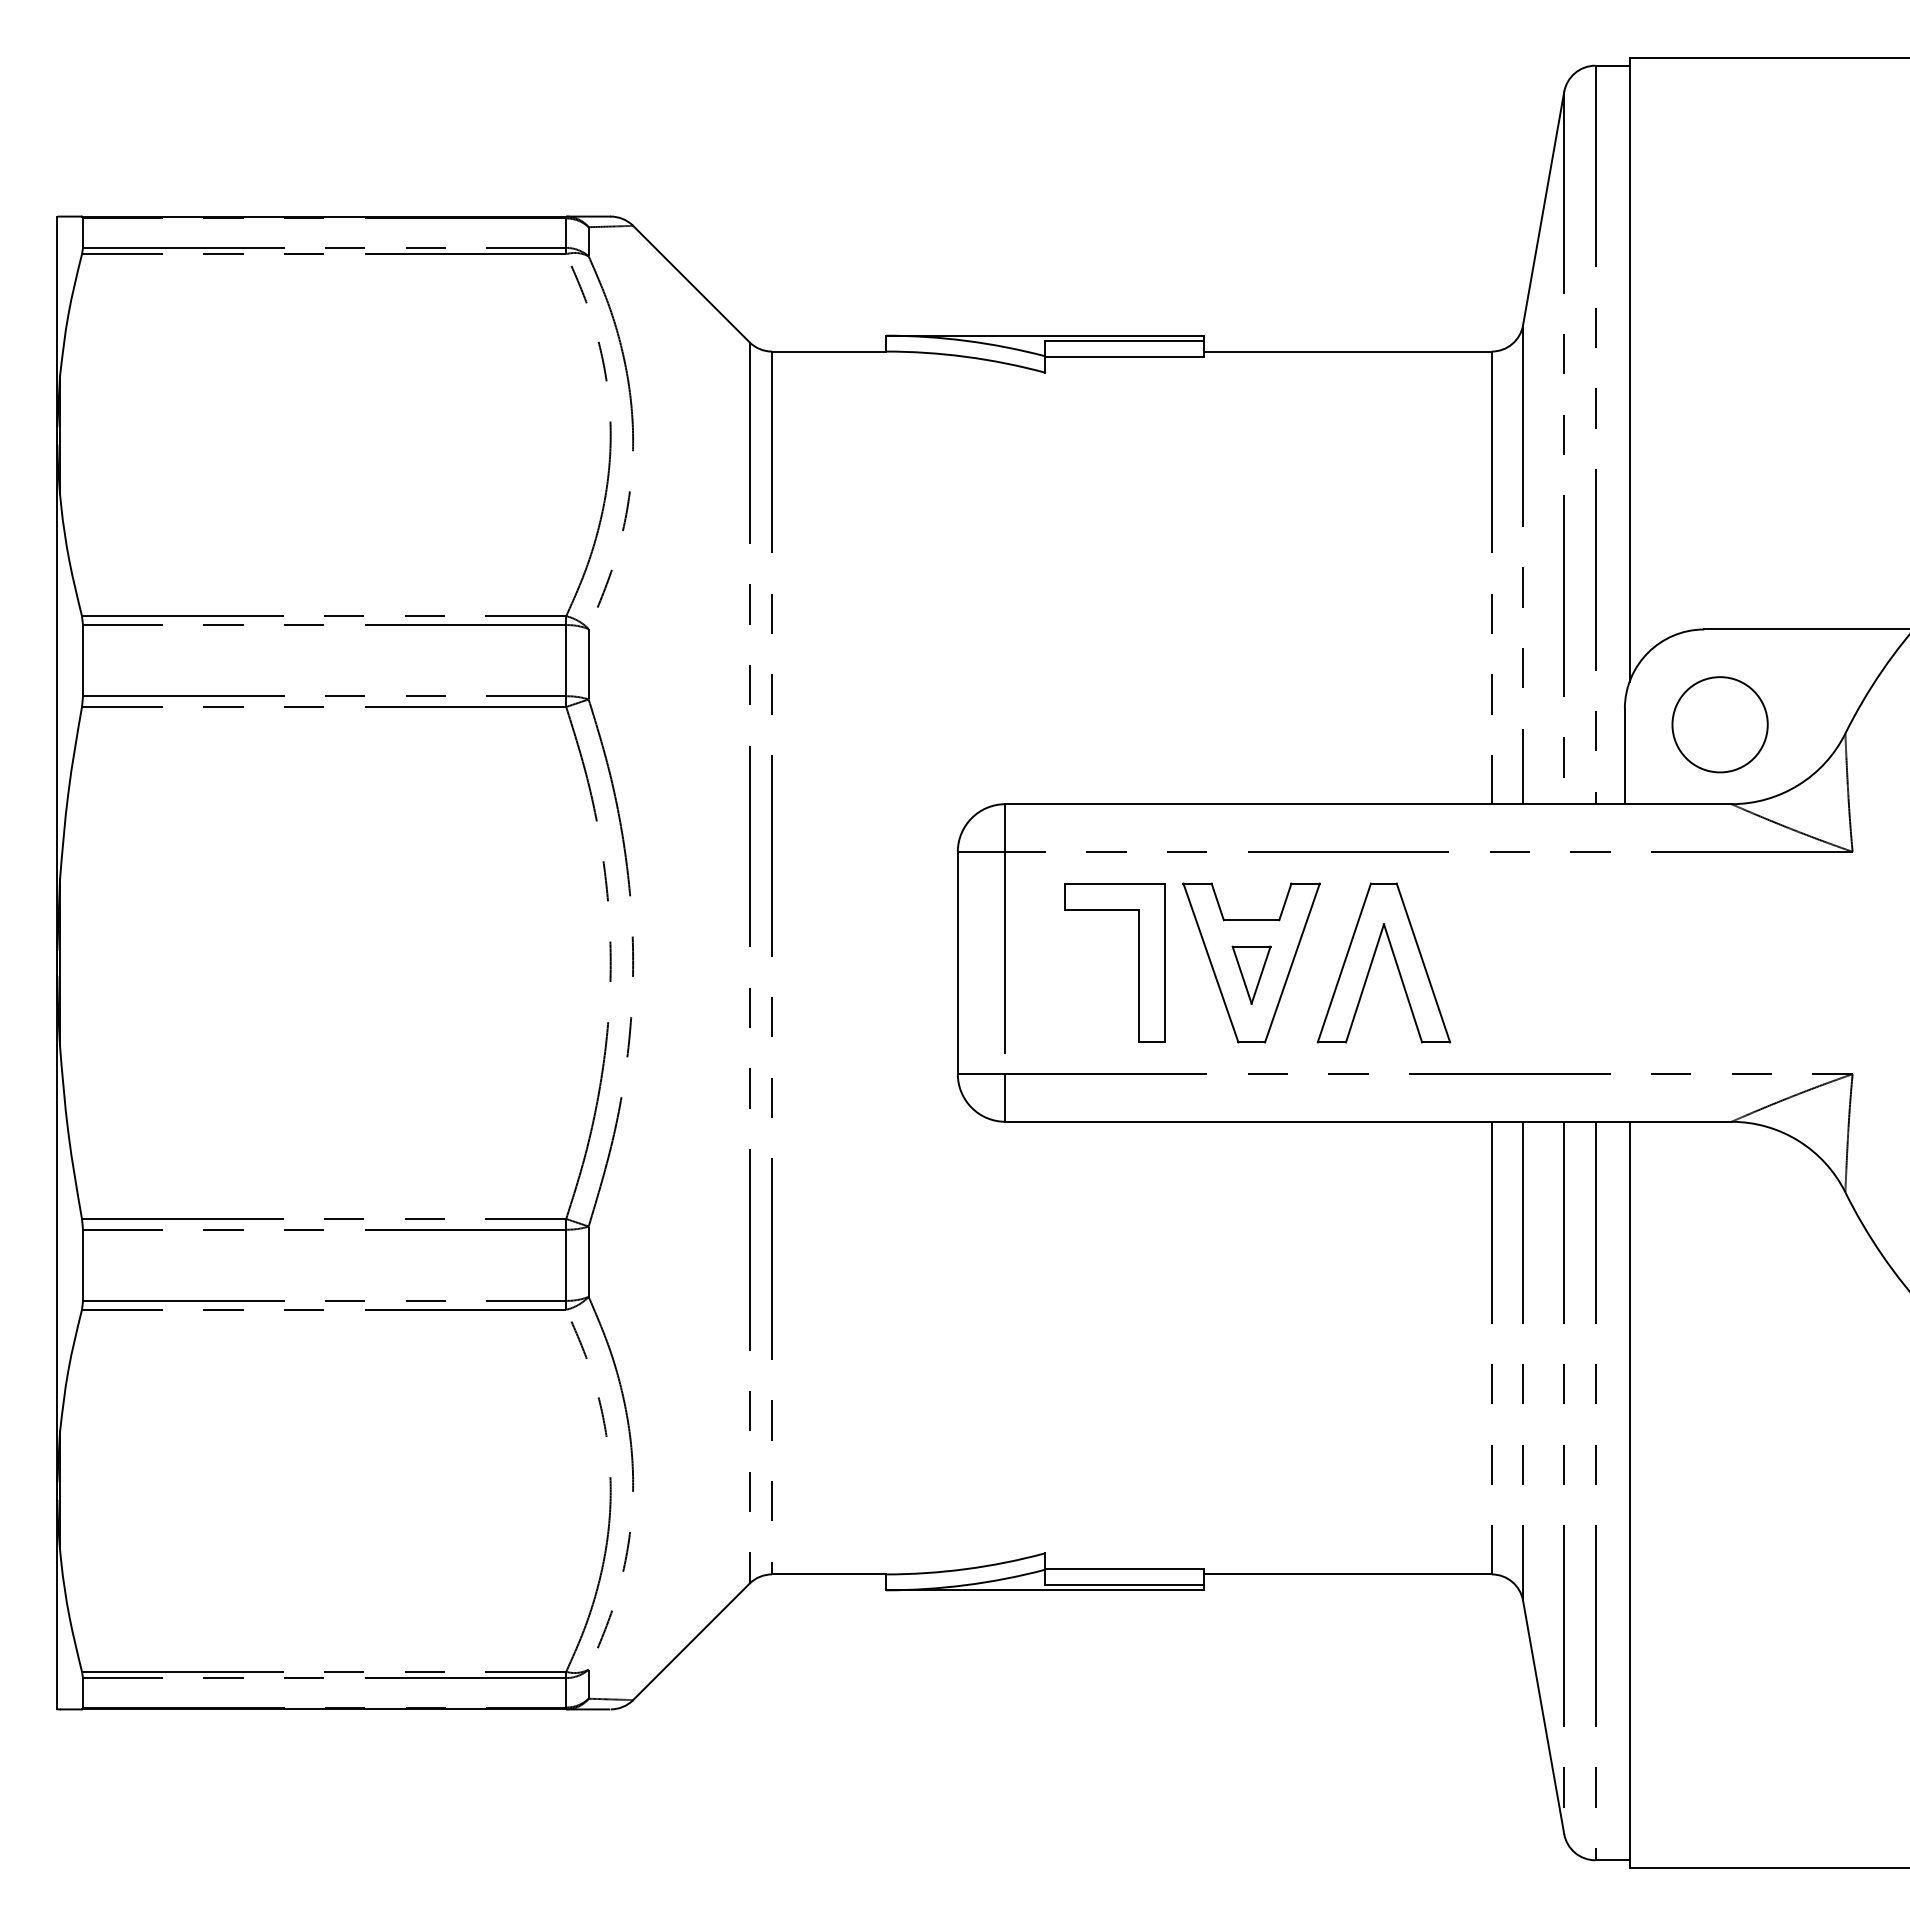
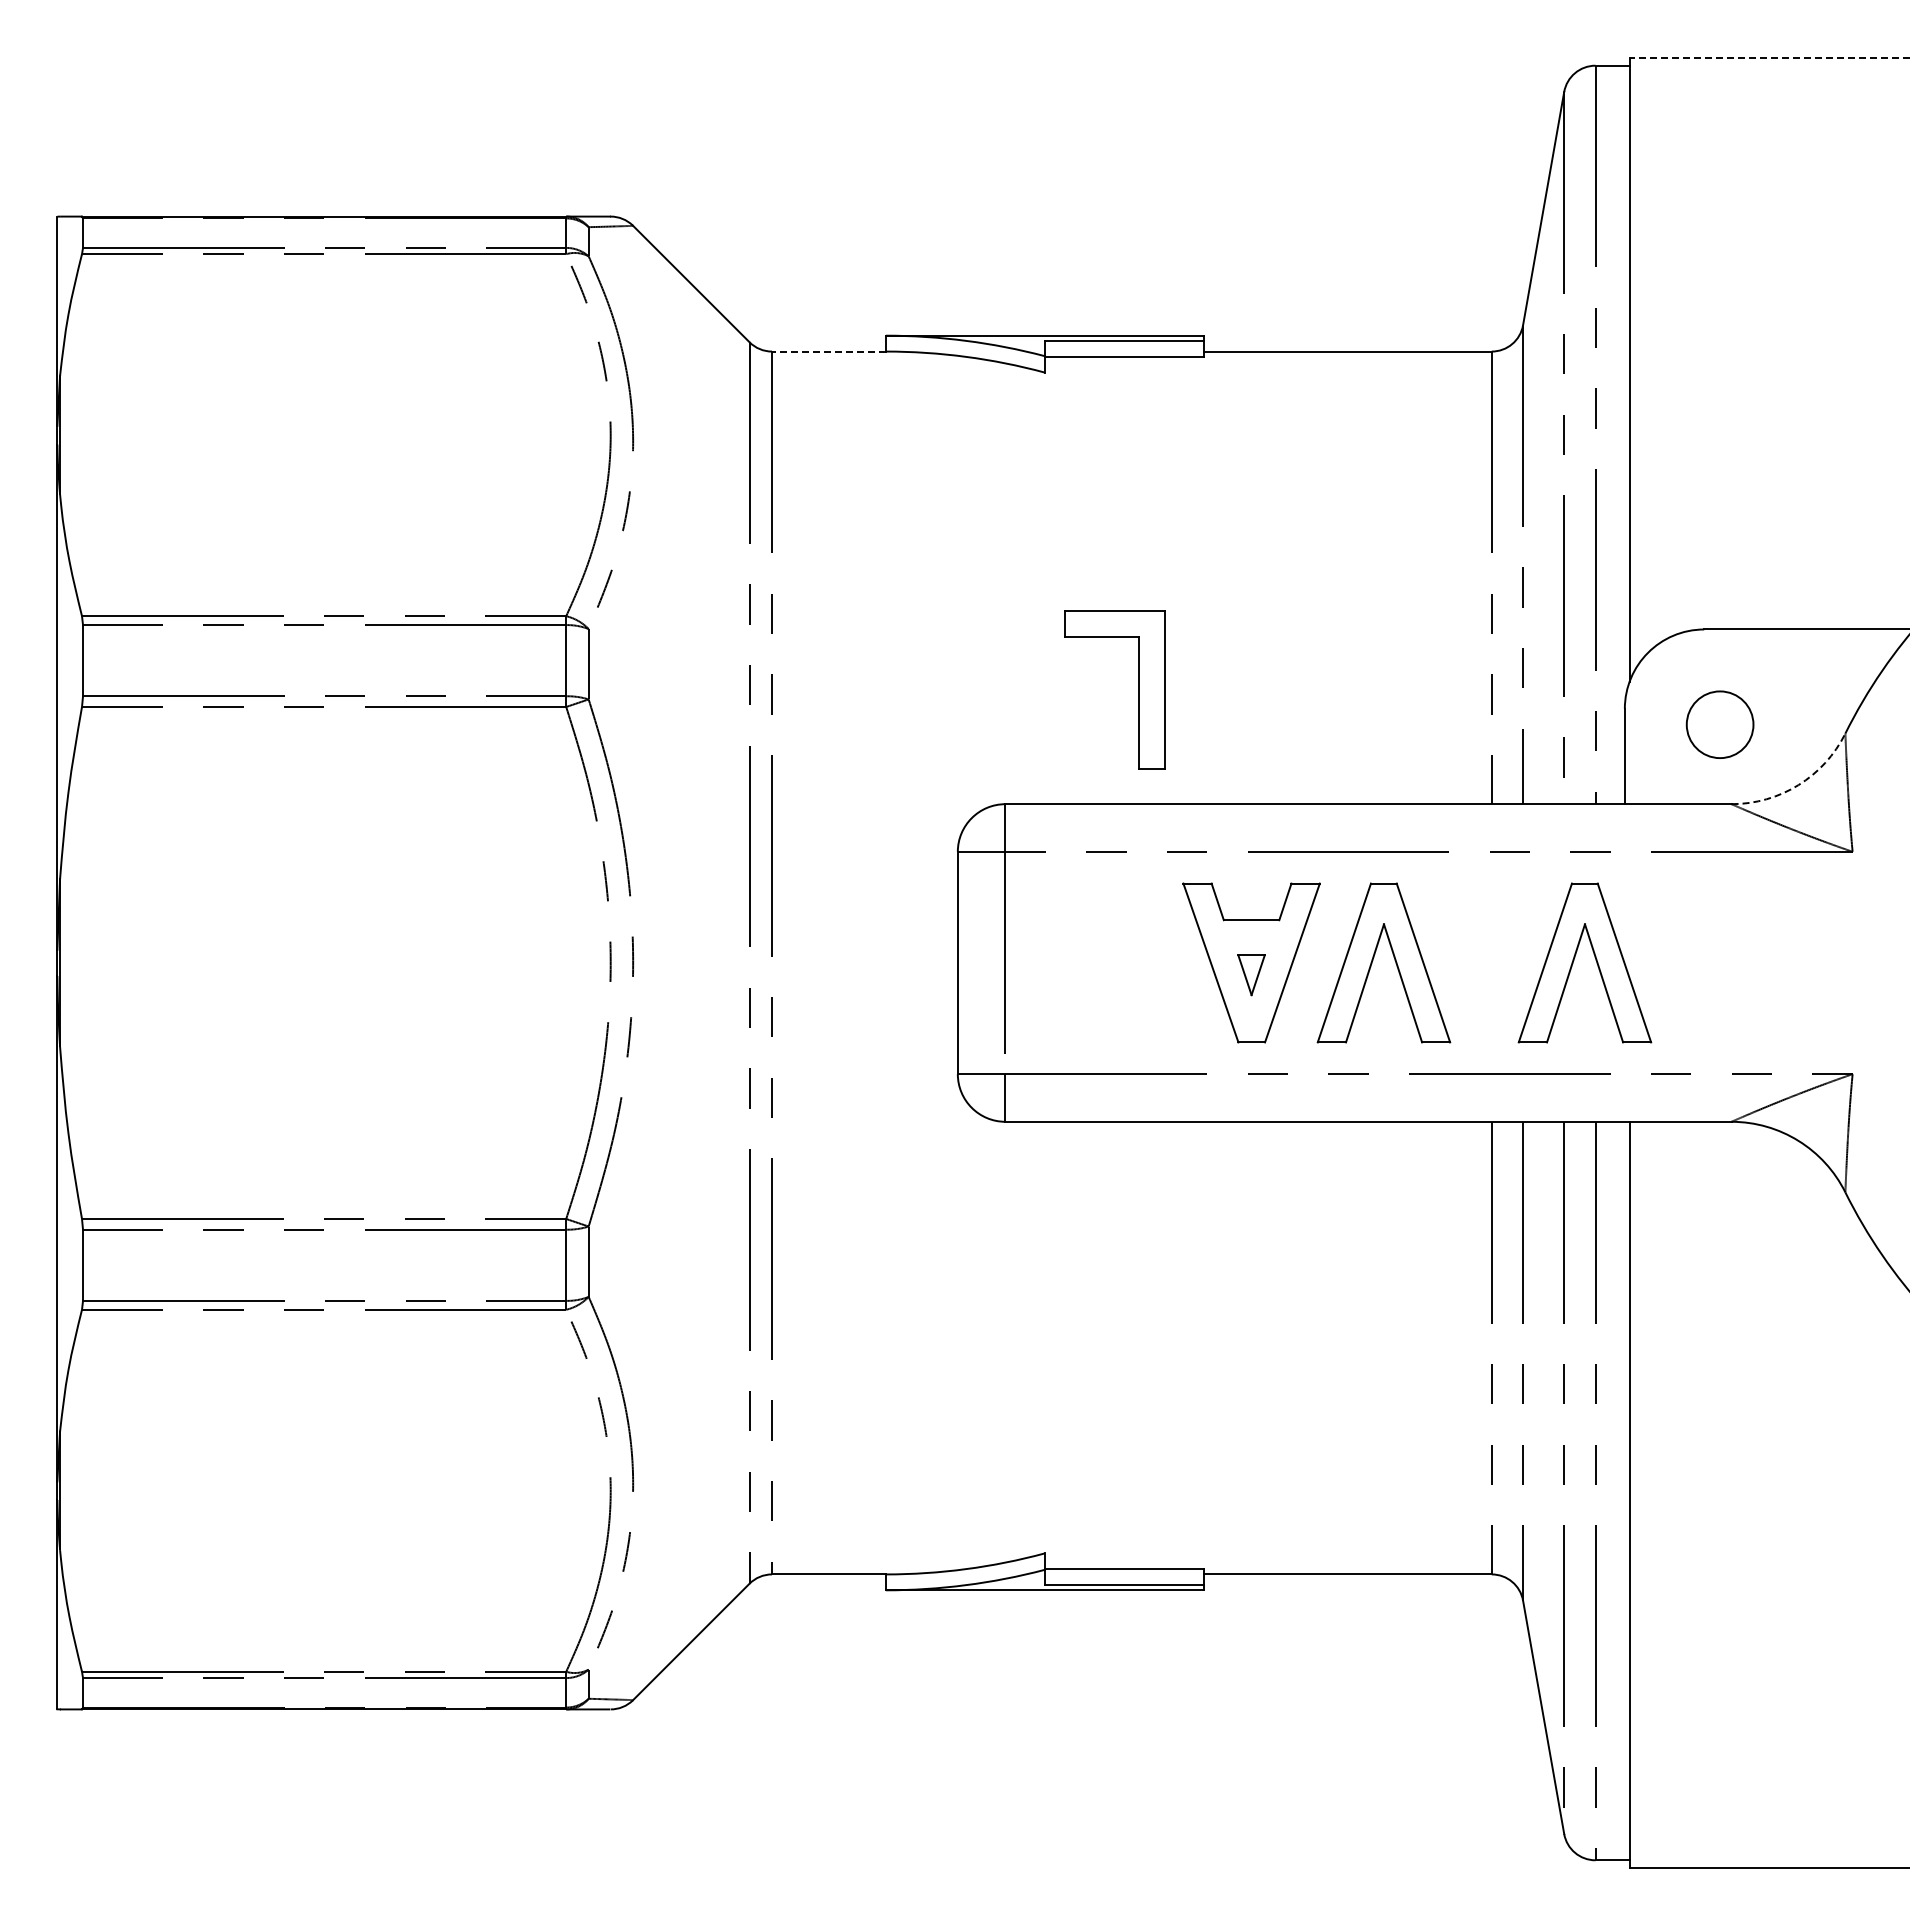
line at (1769, 57): solid -> dashed
line at (828, 351): solid -> dashed
circle at (1719, 724) diameter: 95 px -> 67 px
arc at (1798, 785): solid -> dashed
part at (1574, 960): none -> present
part at (1138, 962) position: (1138, 962) -> (1138, 689)
part at (1251, 974) size: 41x60 px -> 29x43 px
